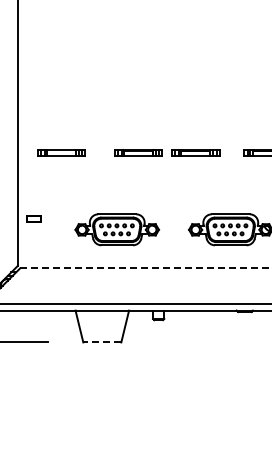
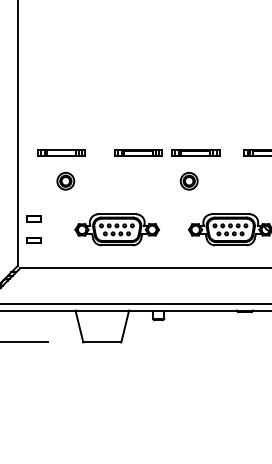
part at (188, 180): none -> present
part at (65, 181): none -> present
part at (33, 240): none -> present
line at (145, 268): dashed -> solid
line at (101, 342): dashed -> solid
